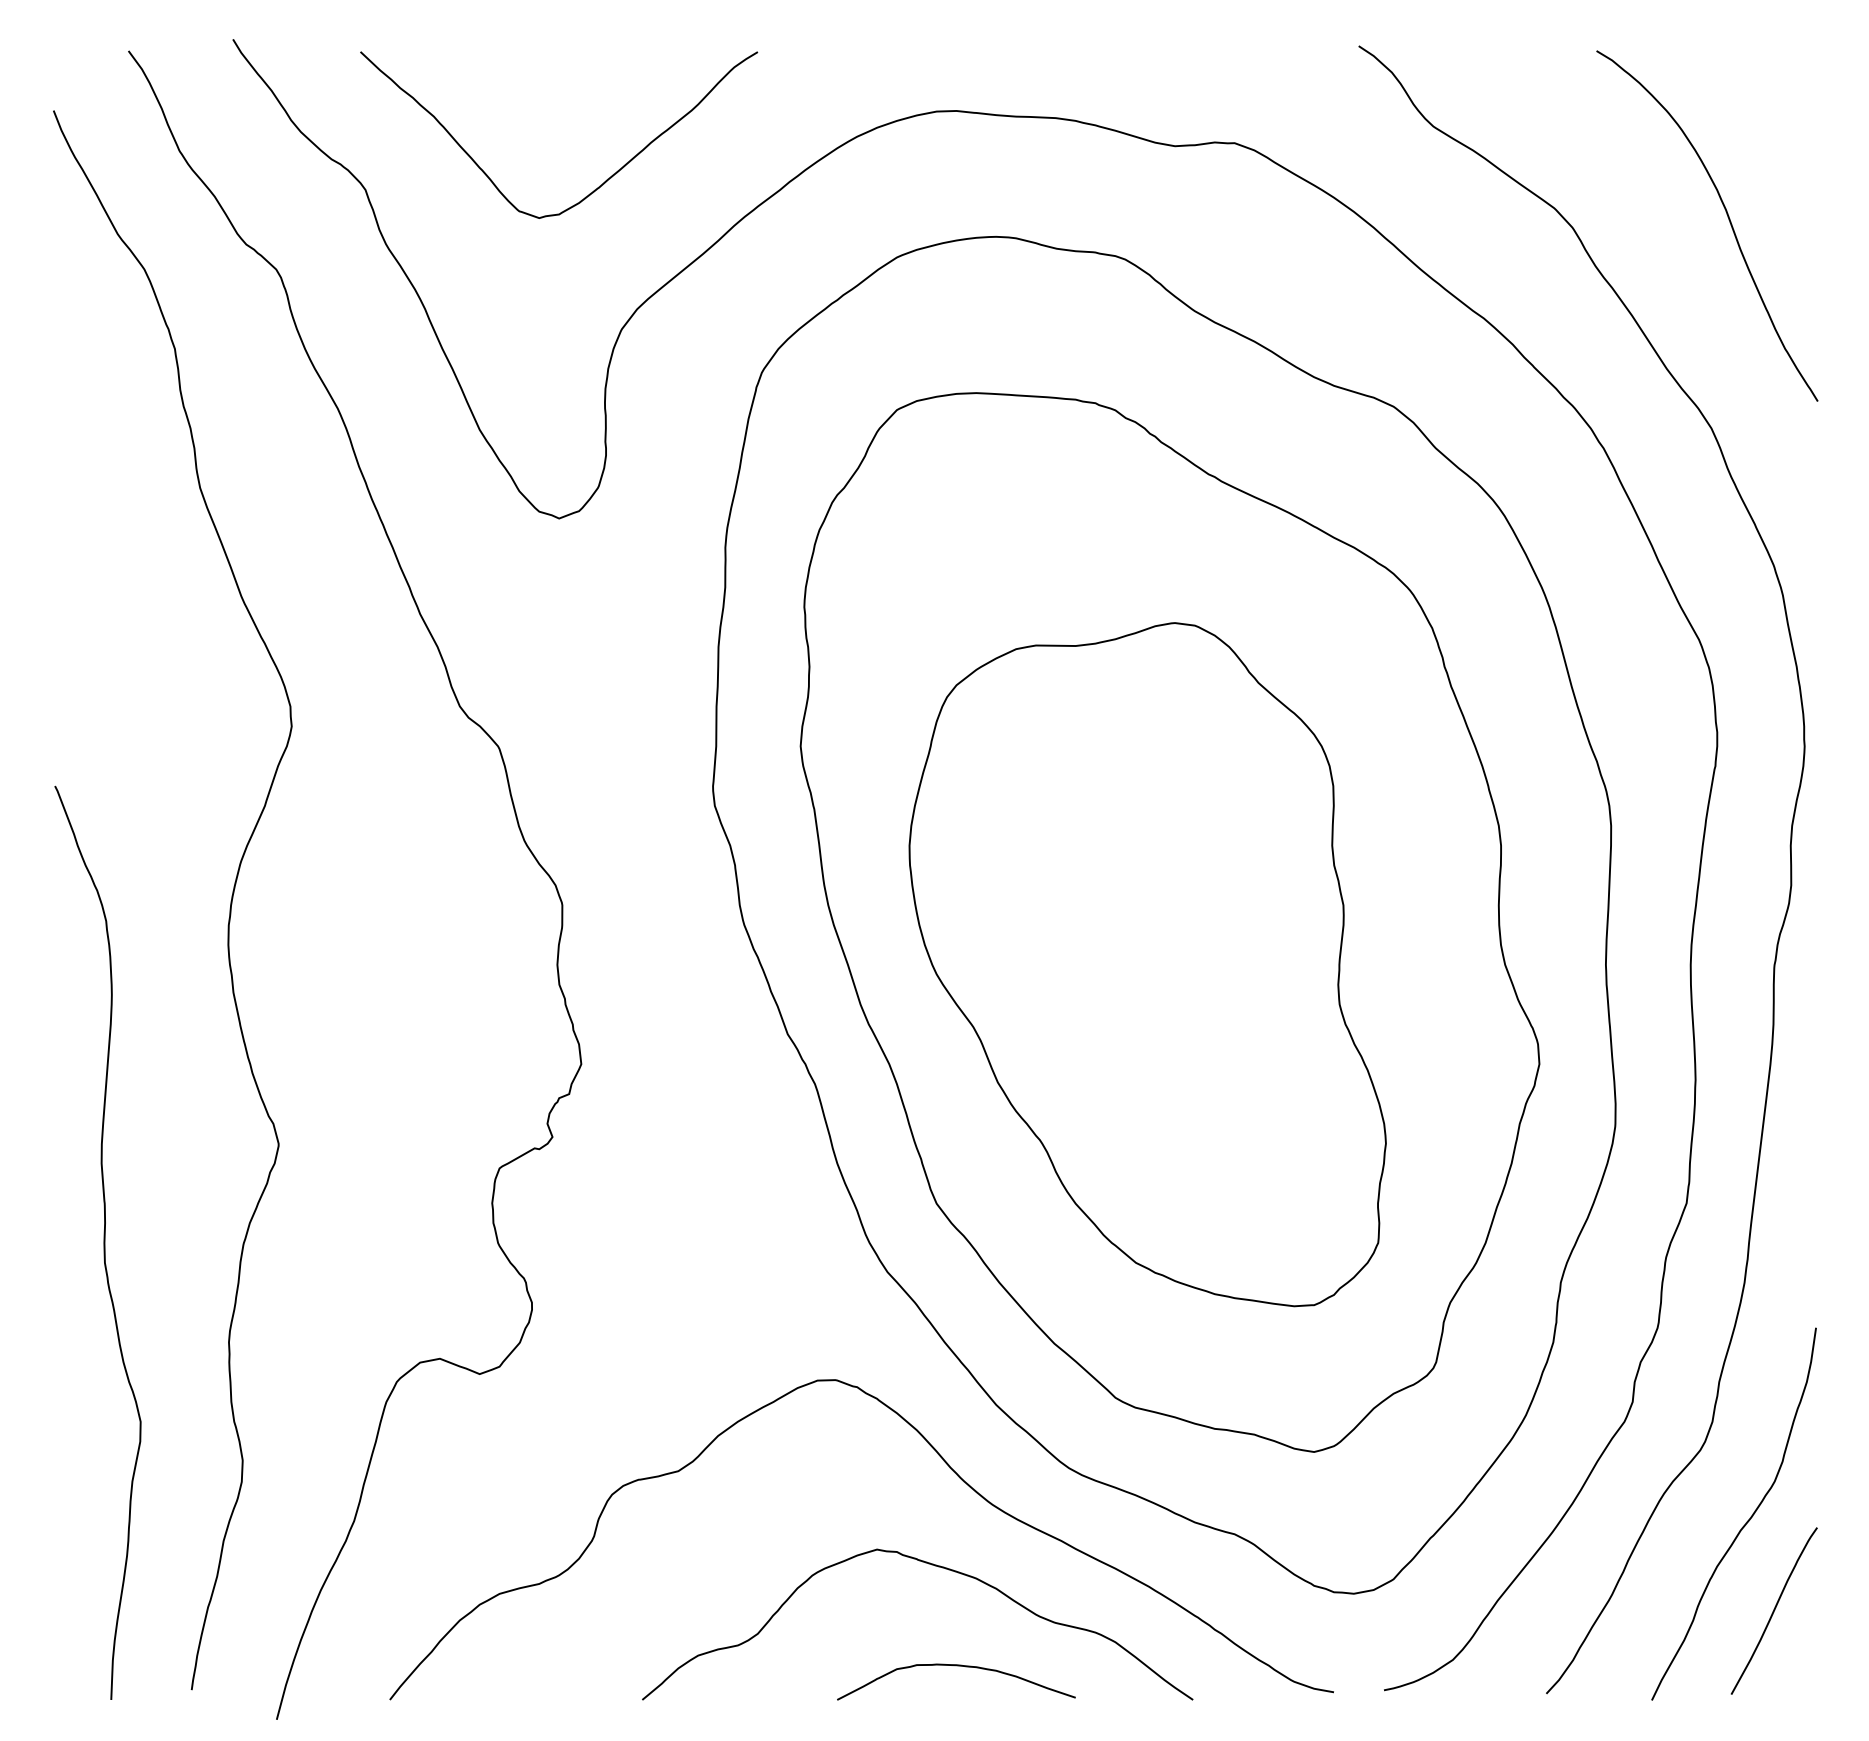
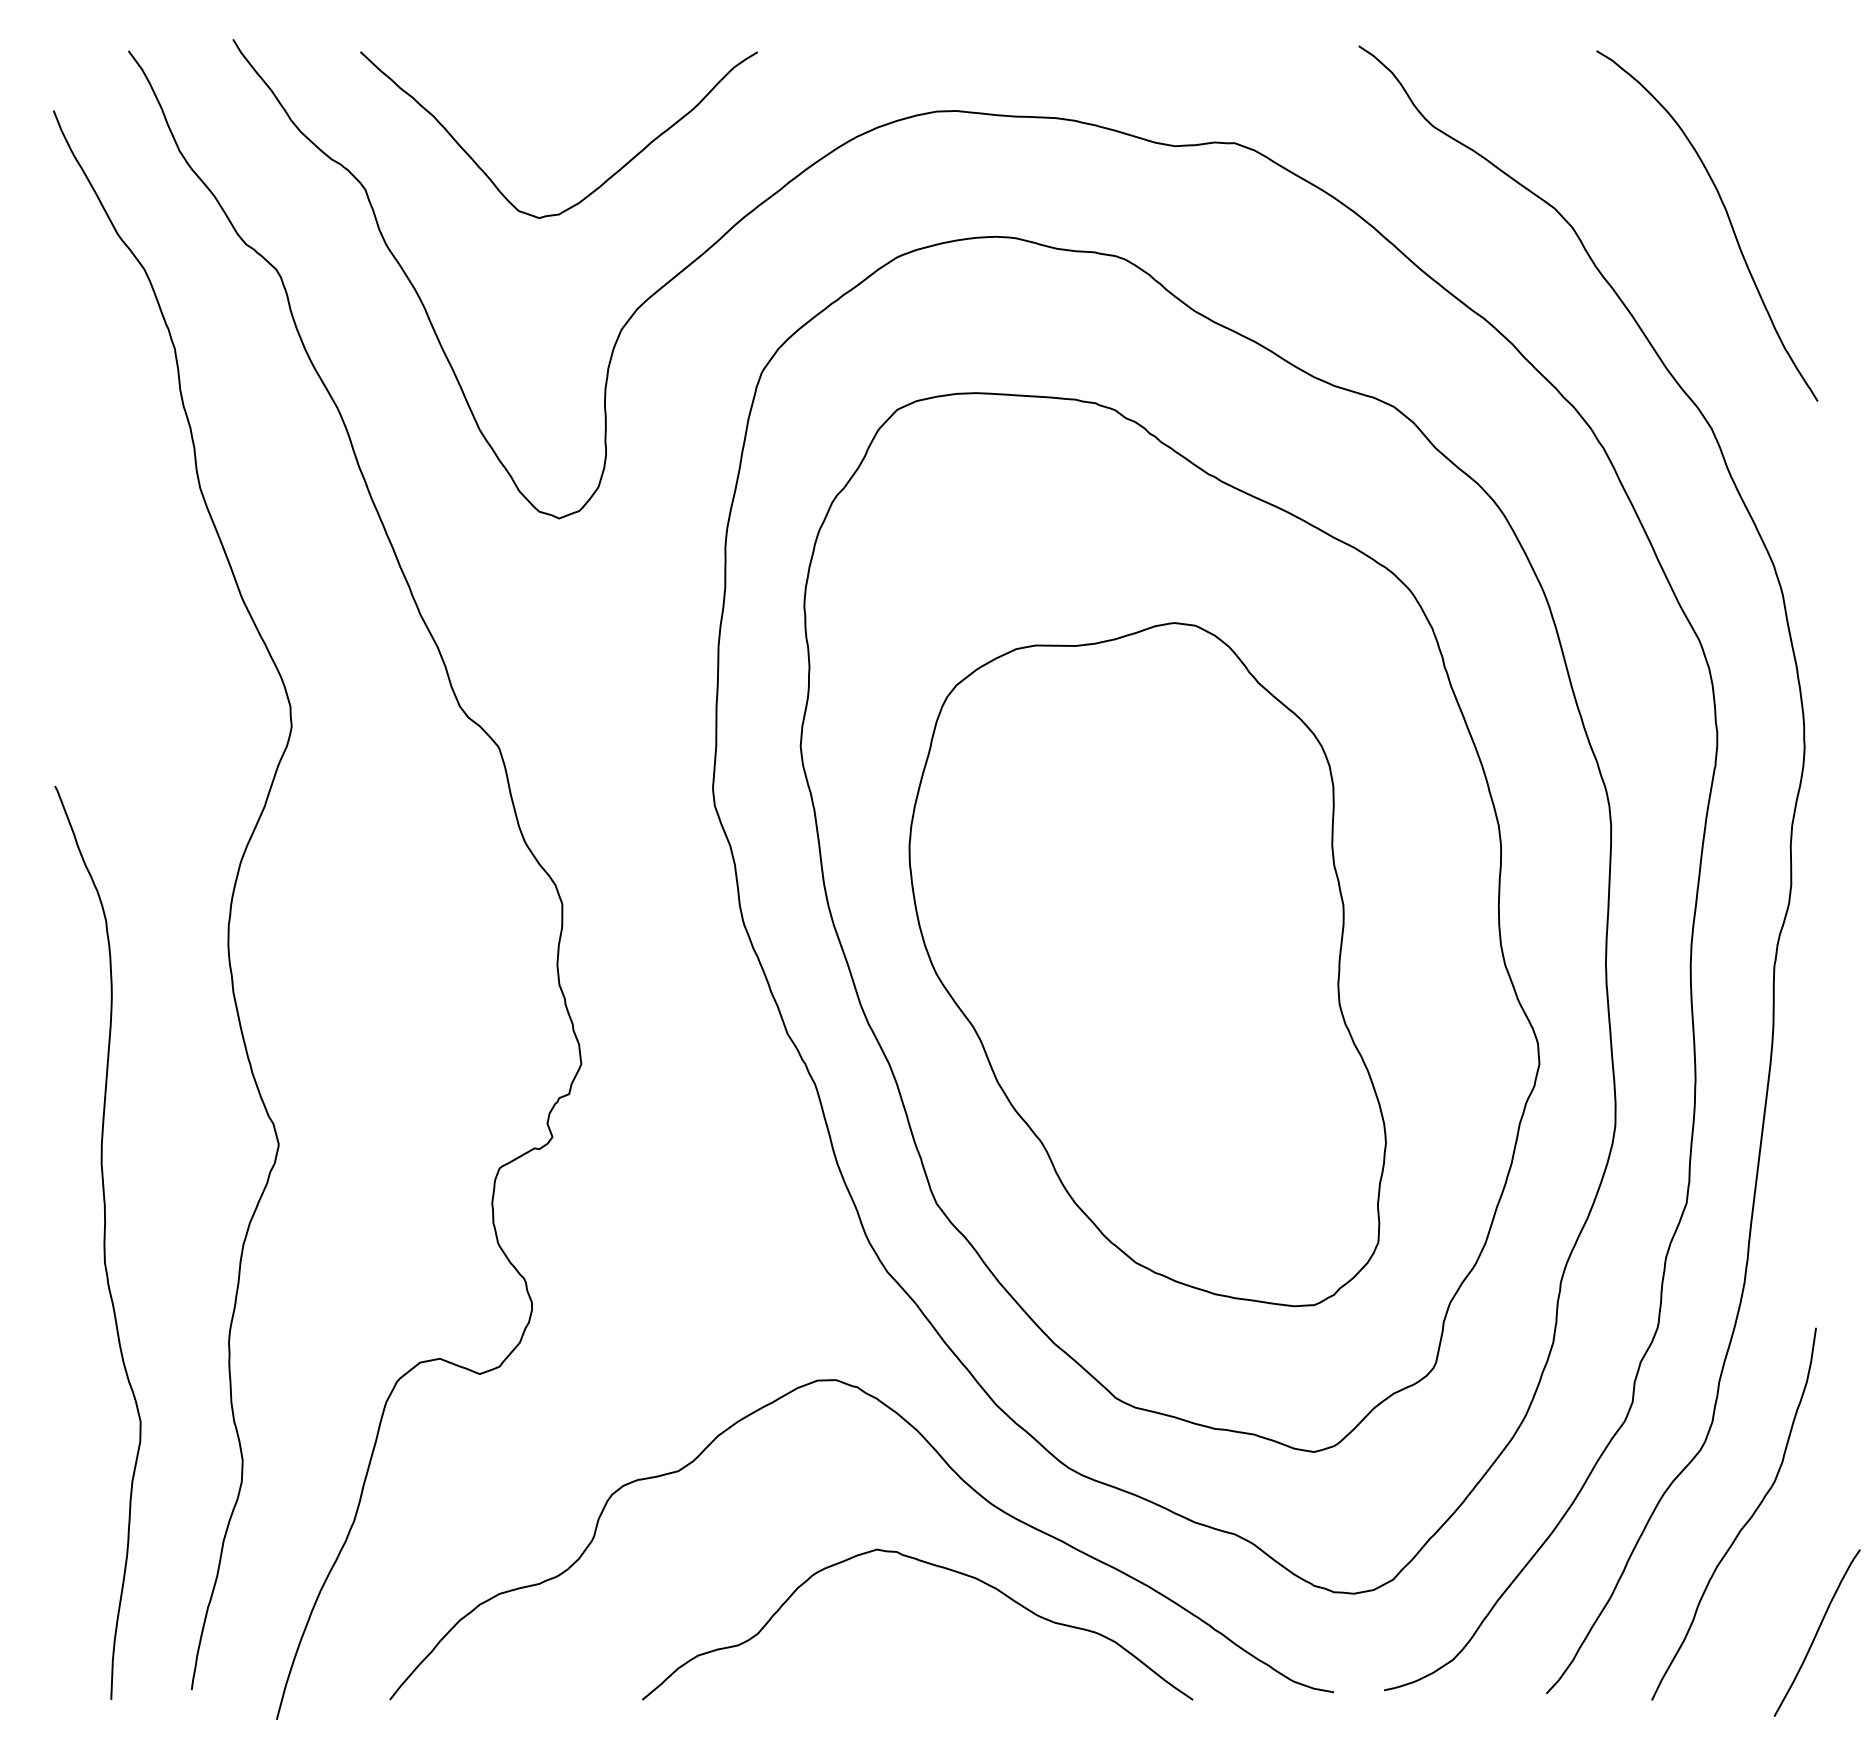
curve at (1773, 1610) position: (1773, 1610) -> (1816, 1632)
curve at (956, 1666): present -> none
